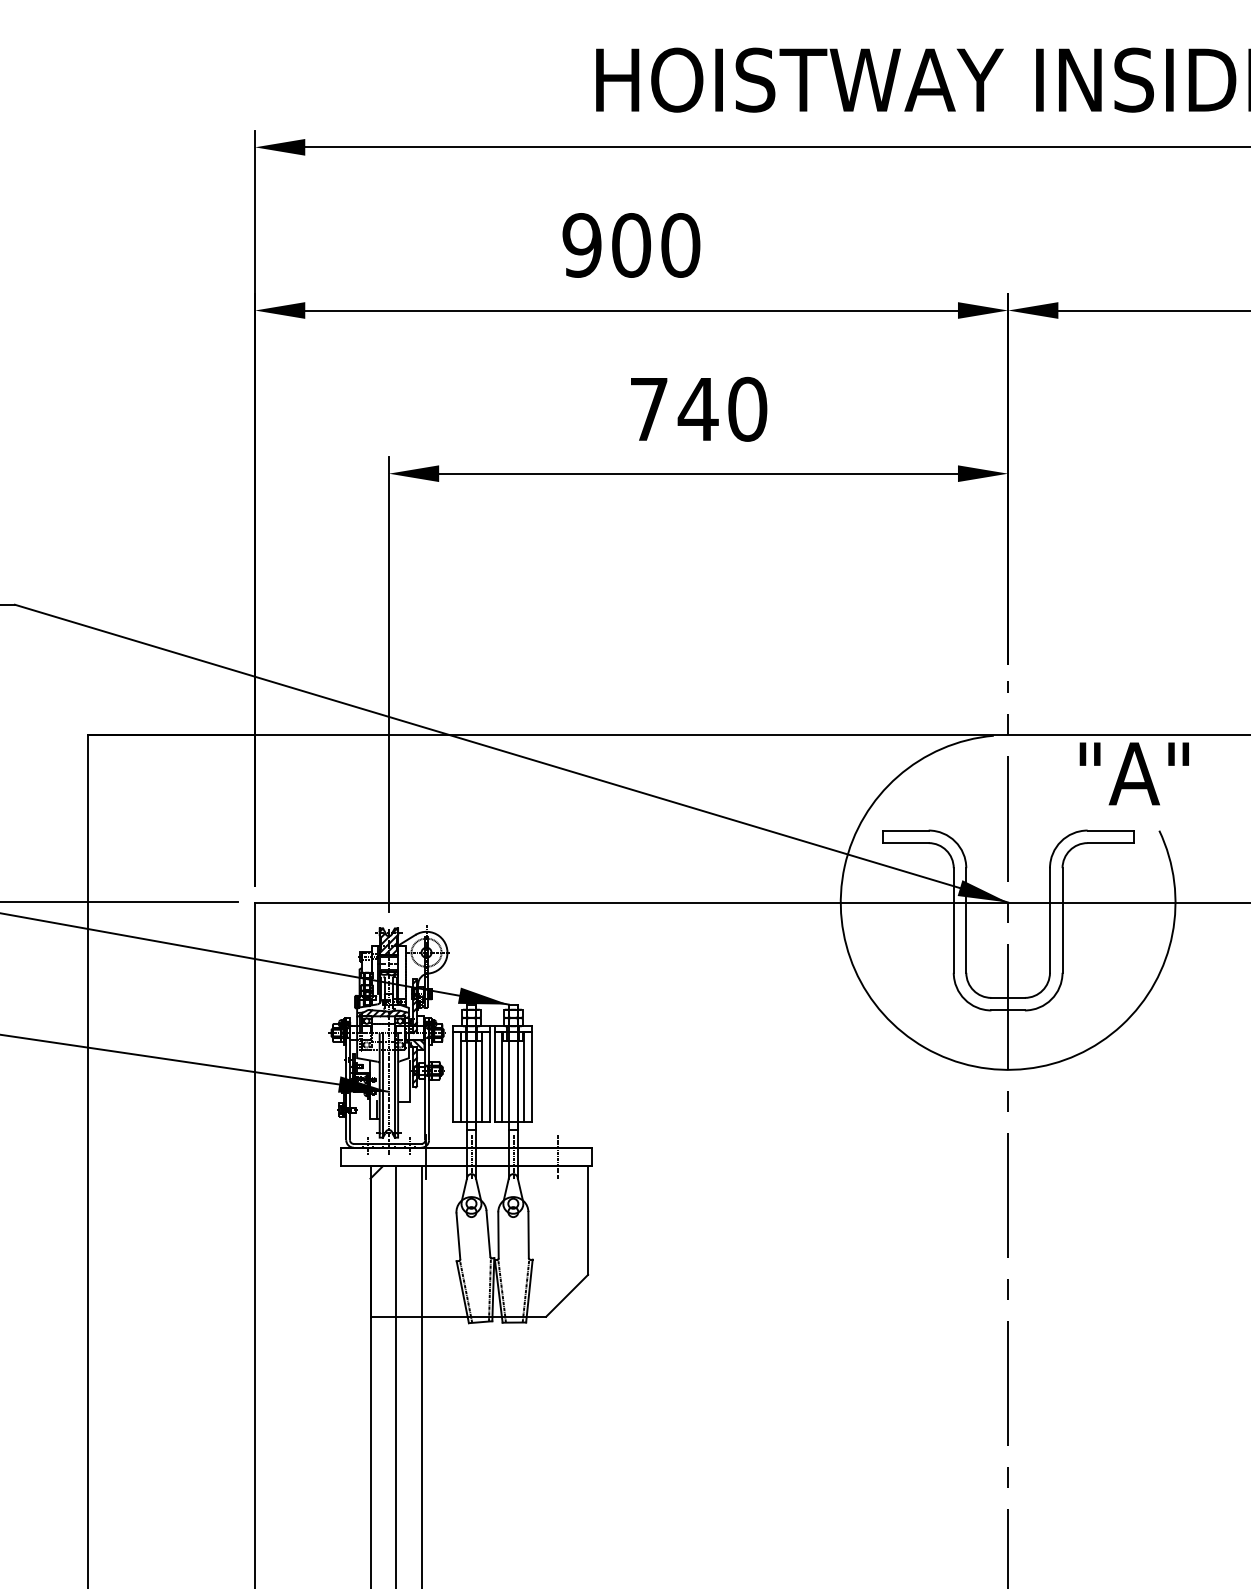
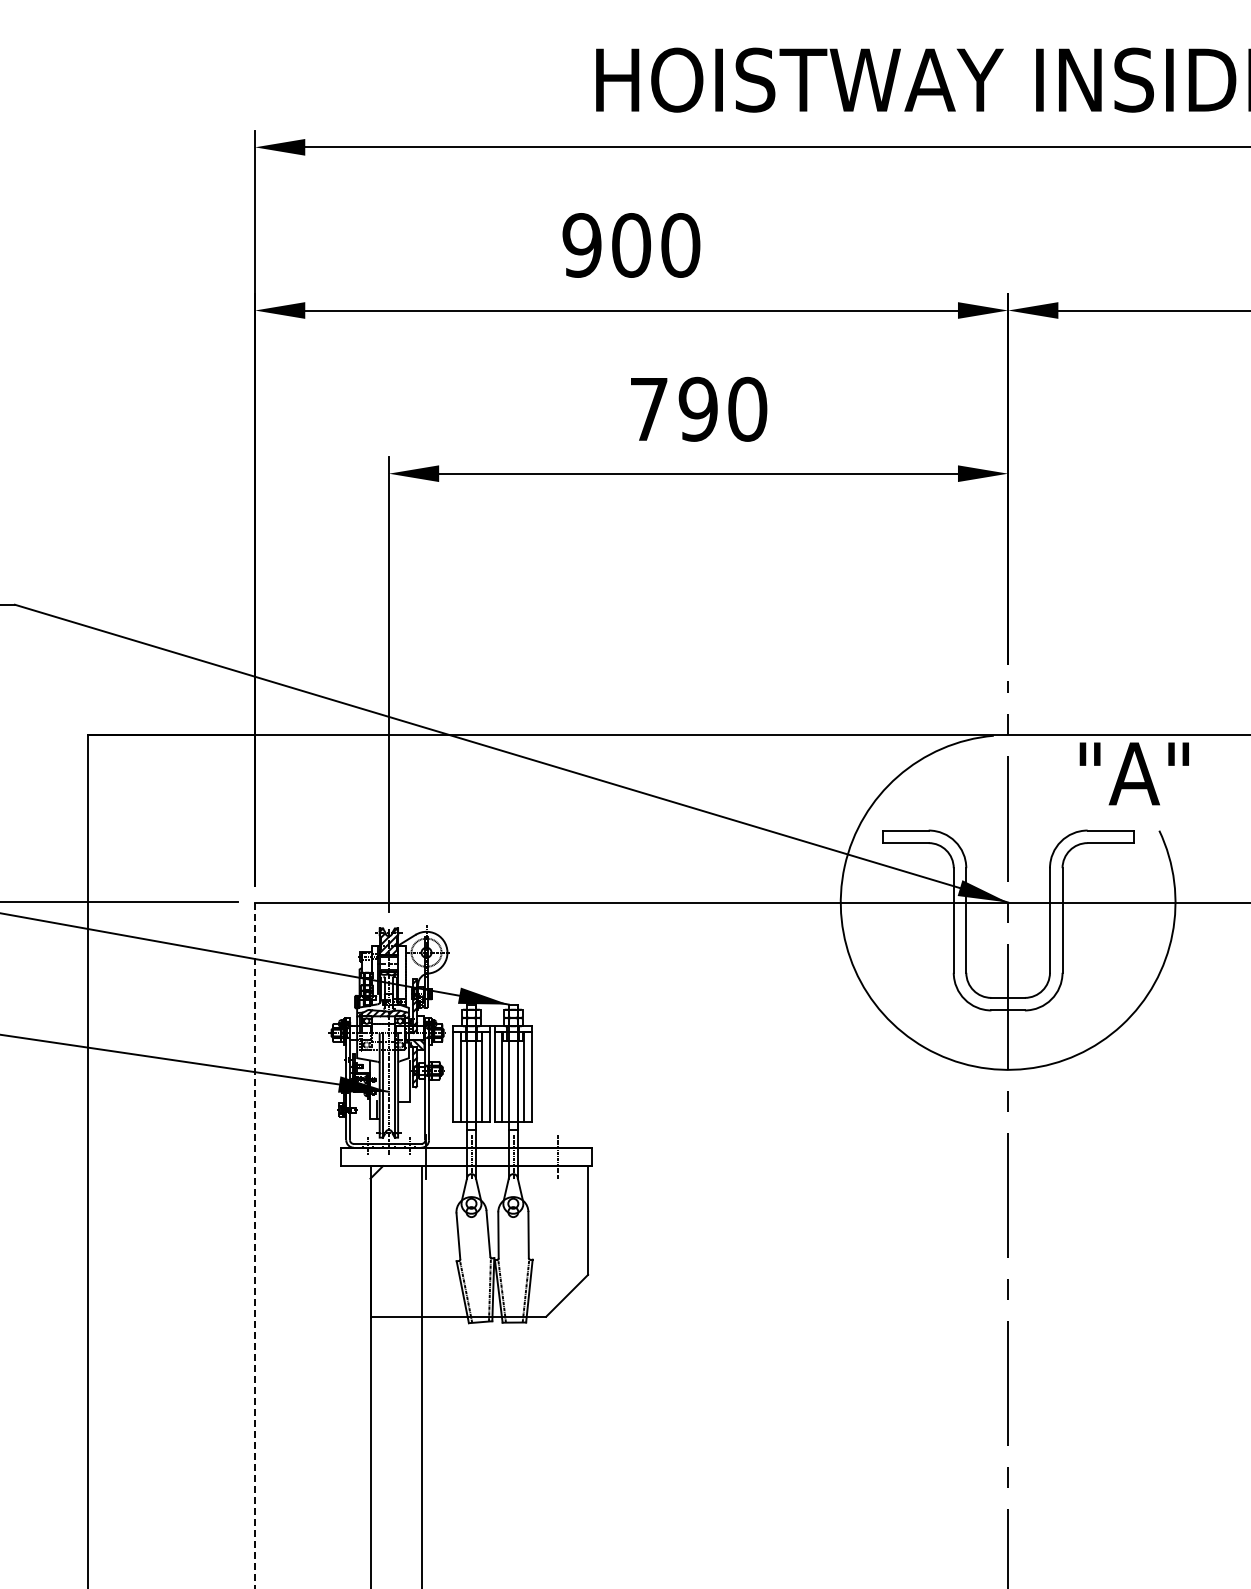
text at (697, 408): 740 -> 790
line at (255, 1245): solid -> dashed
line at (396, 1375): present -> none
